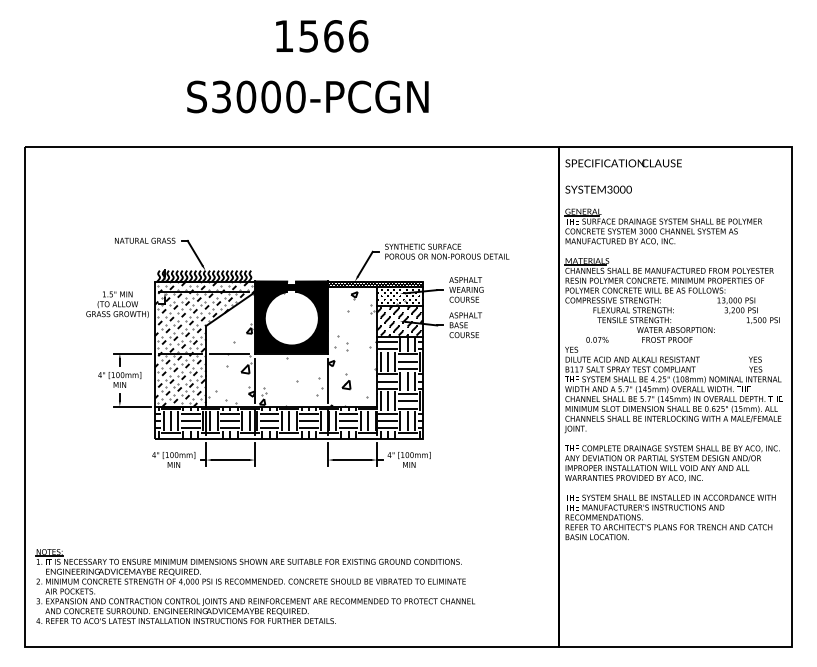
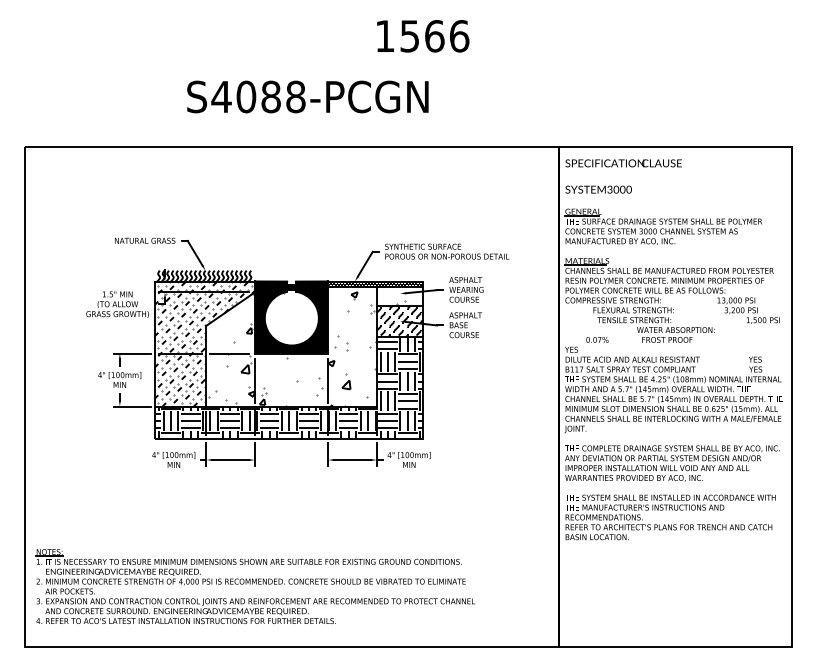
text at (322, 36) position: (322, 36) -> (423, 36)
text at (258, 96): S3000-PCGN -> S4088-PCGN
hatch at (400, 296): present -> none
